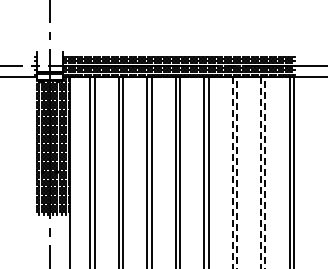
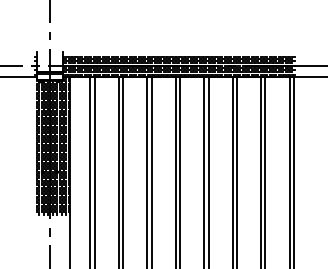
line at (236, 268): dashed -> solid
line at (265, 268): dashed -> solid
